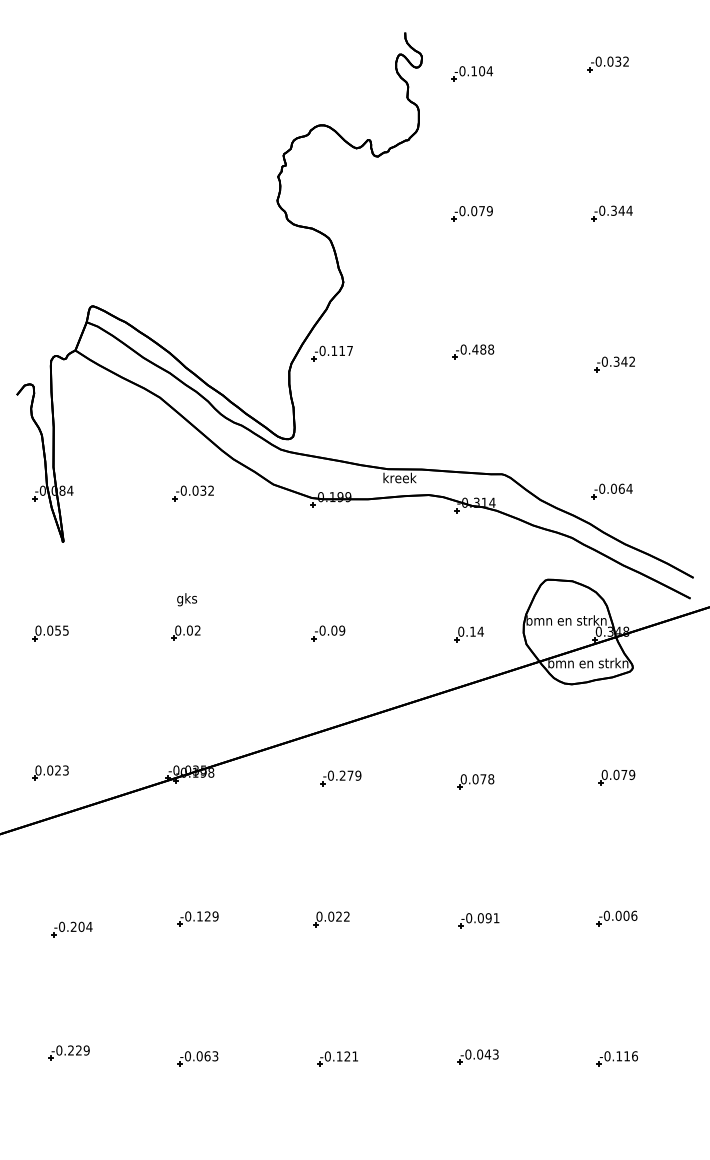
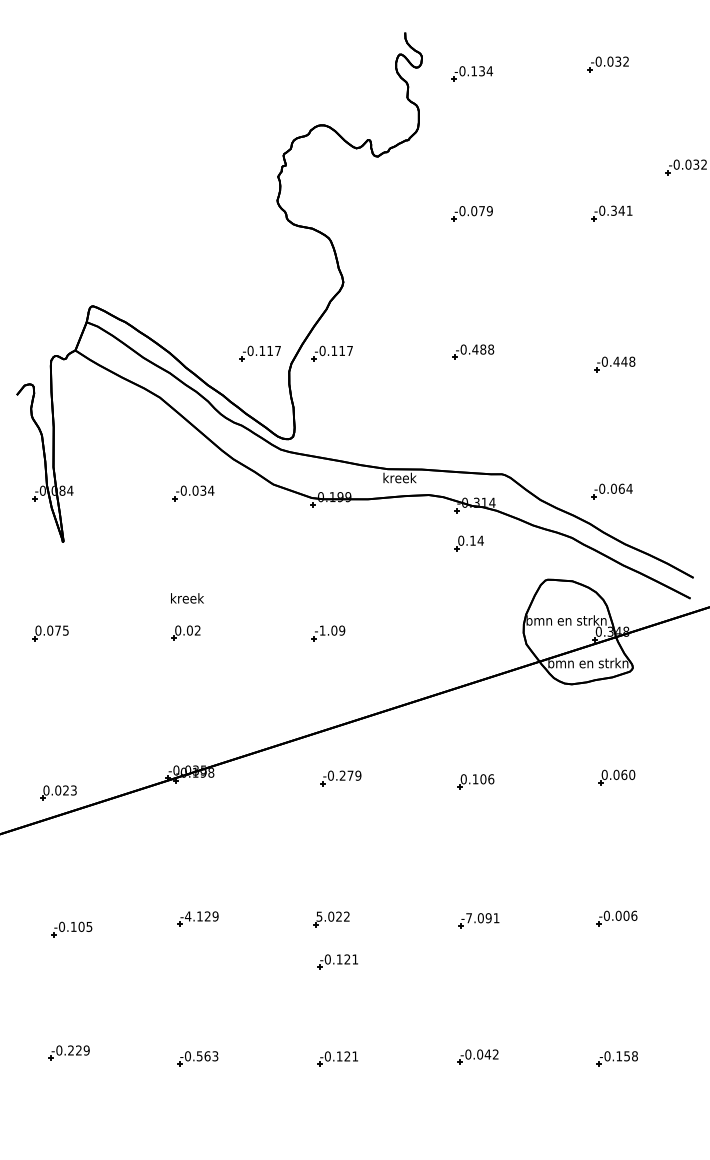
text at (482, 71): -0.104 -> -0.134
part at (685, 167): none -> present
text at (629, 210): -0.344 -> -0.341
part at (259, 353): none -> present
text at (624, 361): -0.342 -> -0.448
text at (211, 490): -0.032 -> -0.034
text at (187, 599): gks -> kreek
text at (57, 630): 0.055 -> 0.075
text at (322, 630): -0.09 -> -1.09
part at (468, 634) position: (468, 634) -> (468, 543)
part at (50, 772) position: (50, 772) -> (58, 792)
text at (627, 774): 0.079 -> 0.060
text at (483, 779): 0.078 -> 0.106
text at (188, 916): -0.129 -> -4.129
text at (319, 916): 0.022 -> 5.022
text at (469, 918): -0.091 -> -7.091
text at (81, 926): -0.204 -> -0.105
part at (337, 961): none -> present
text at (495, 1054): -0.043 -> -0.042
text at (199, 1056): -0.063 -> -0.563
text at (630, 1056): -0.116 -> -0.158
